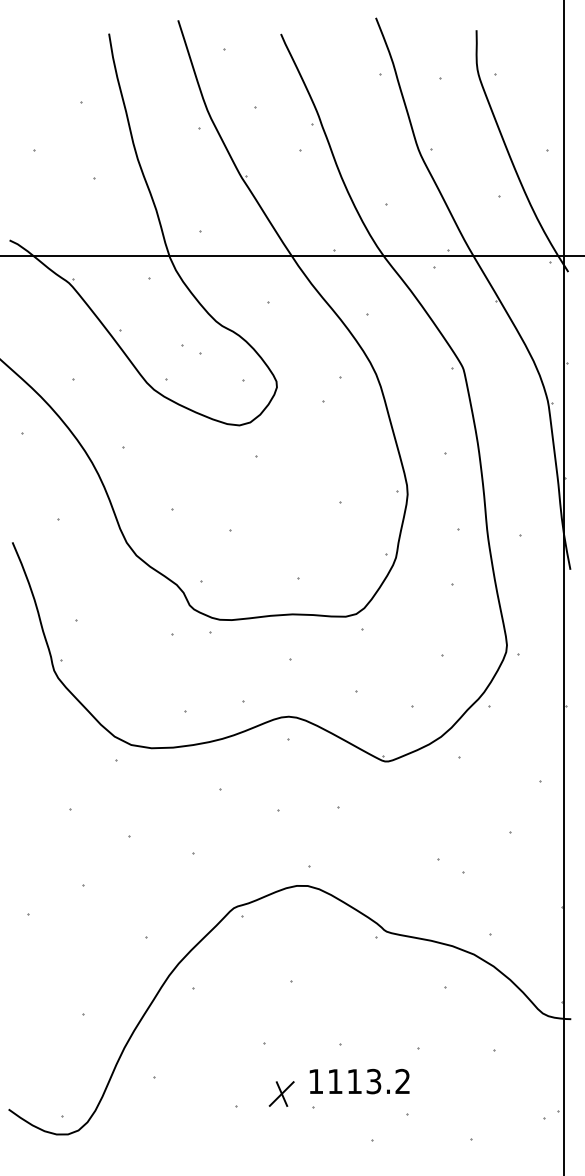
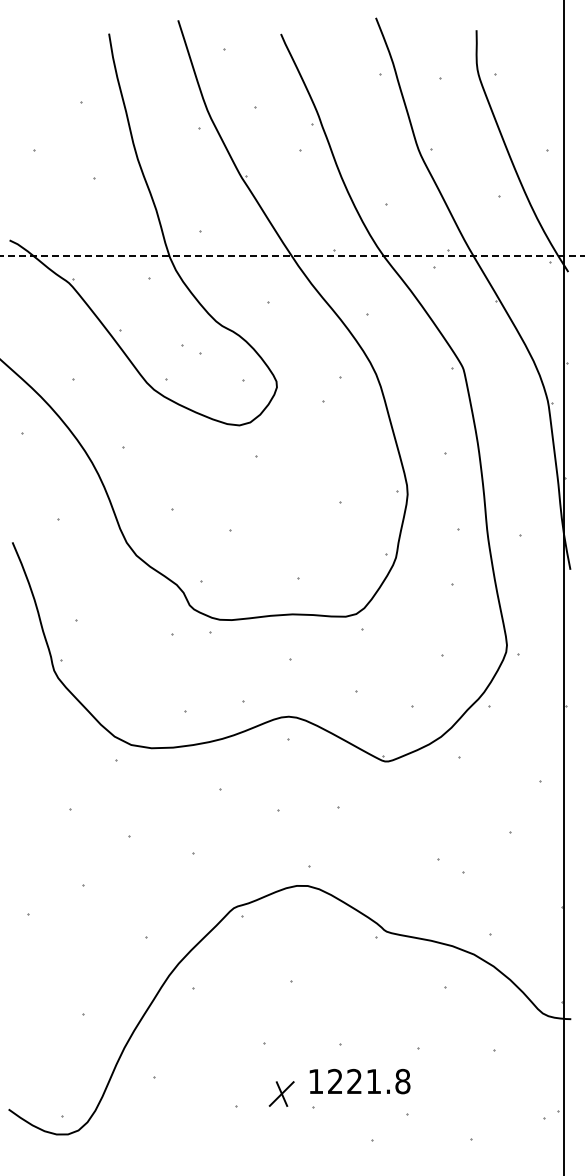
line at (292, 256): solid -> dashed
text at (369, 1081): 1113.2 -> 1221.8
